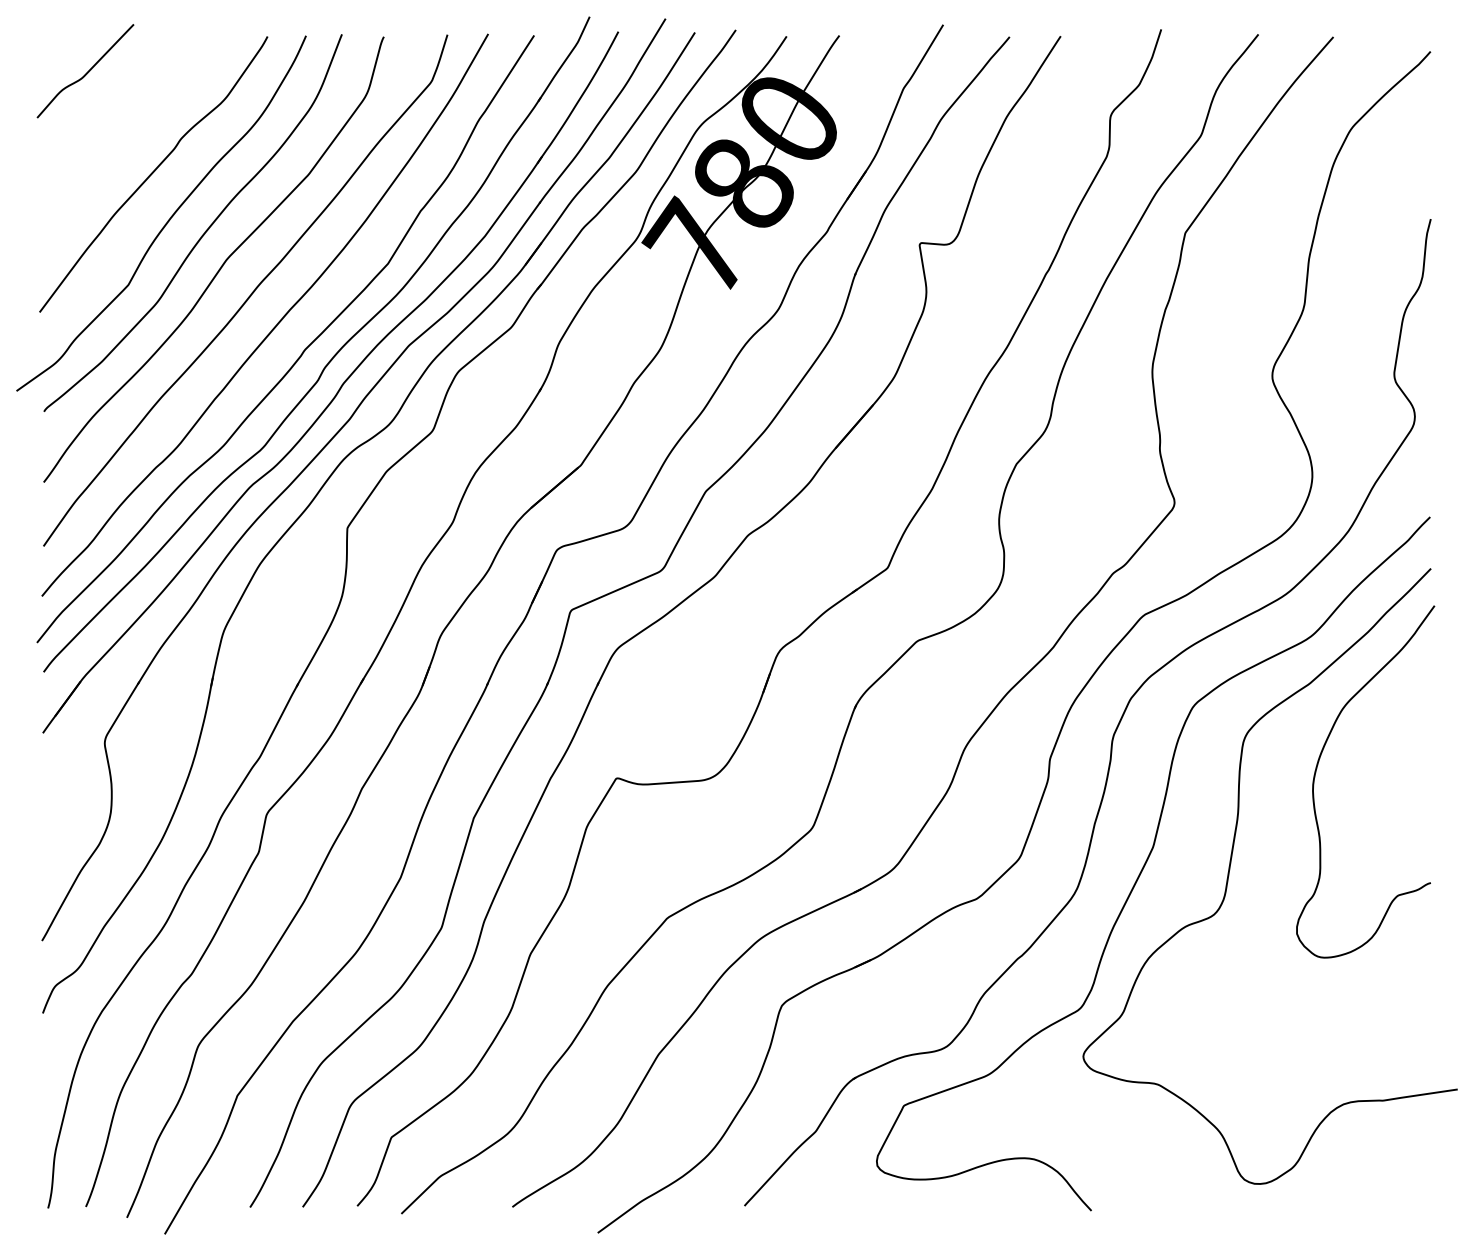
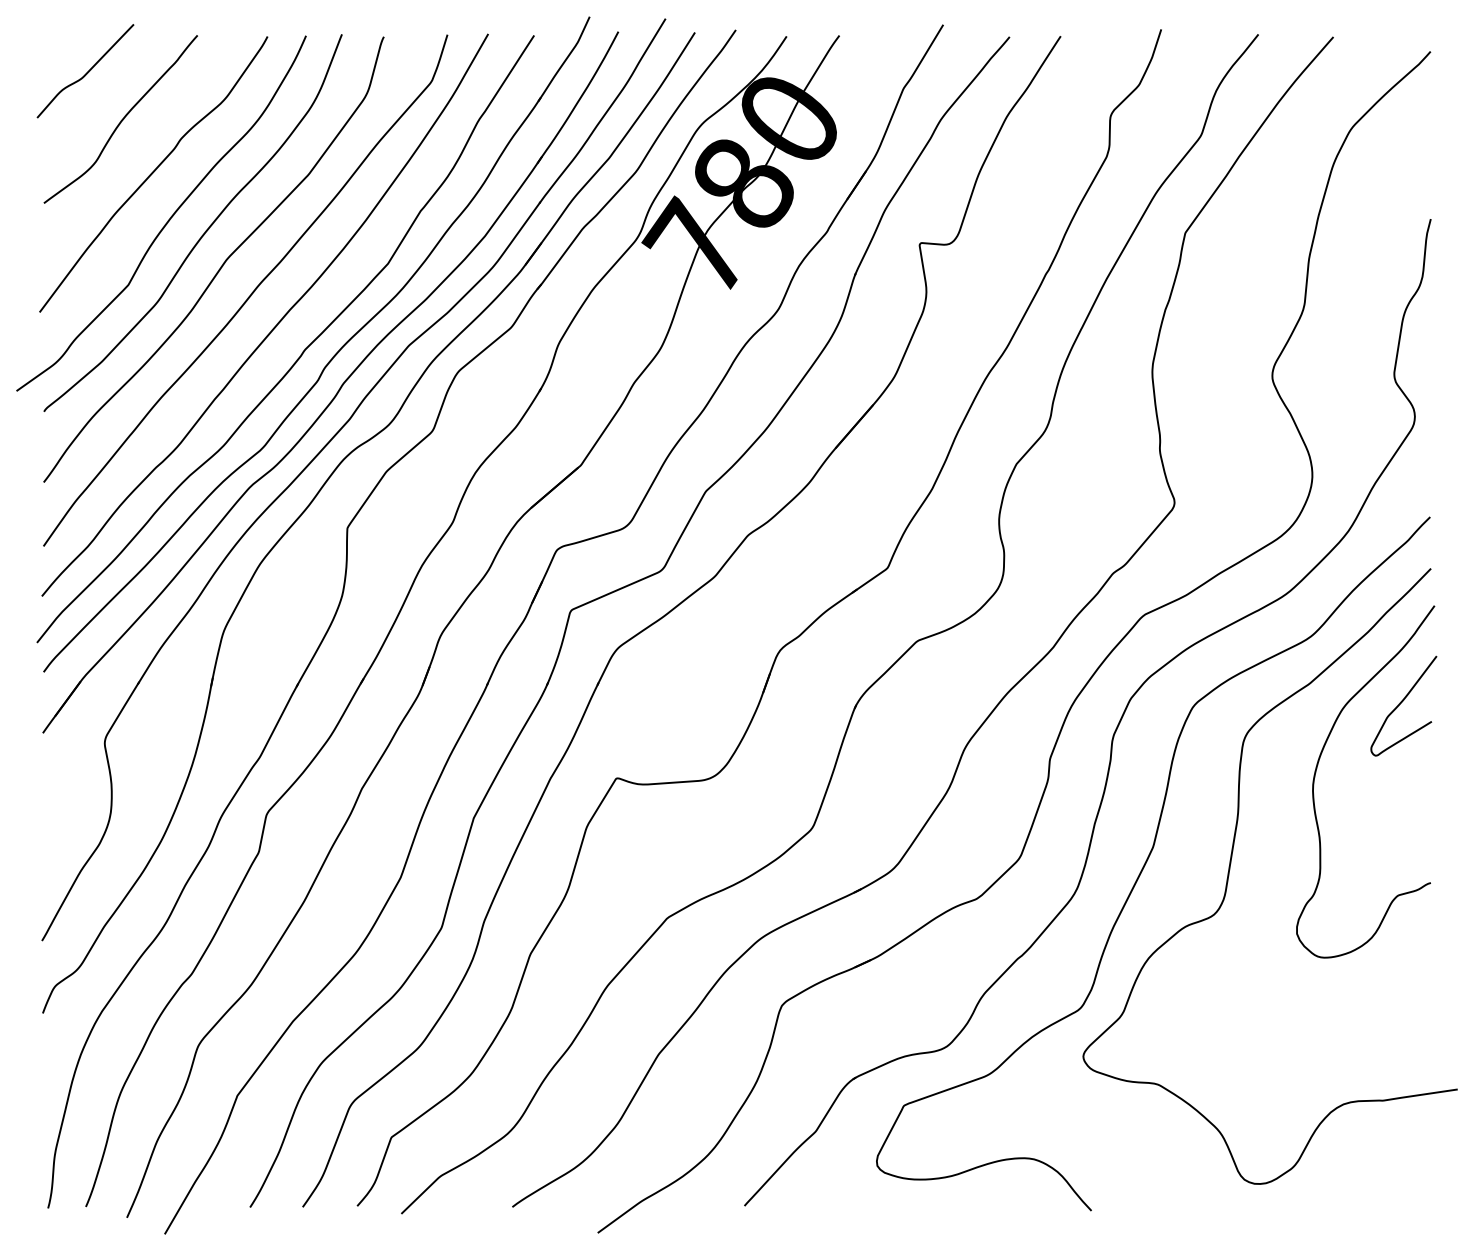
curve at (121, 119): none -> present
curve at (1401, 703): none -> present
